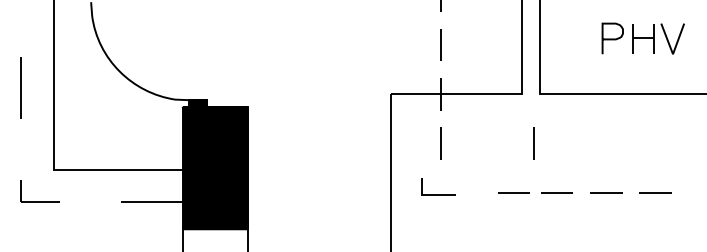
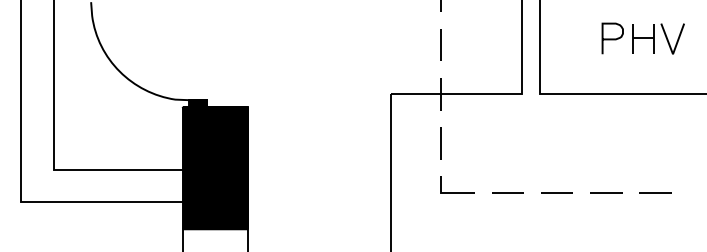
line at (533, 143): present -> none
line at (21, 182): dashed -> solid
line at (513, 192) position: (513, 192) -> (507, 192)
line at (438, 194) position: (438, 194) -> (457, 192)
